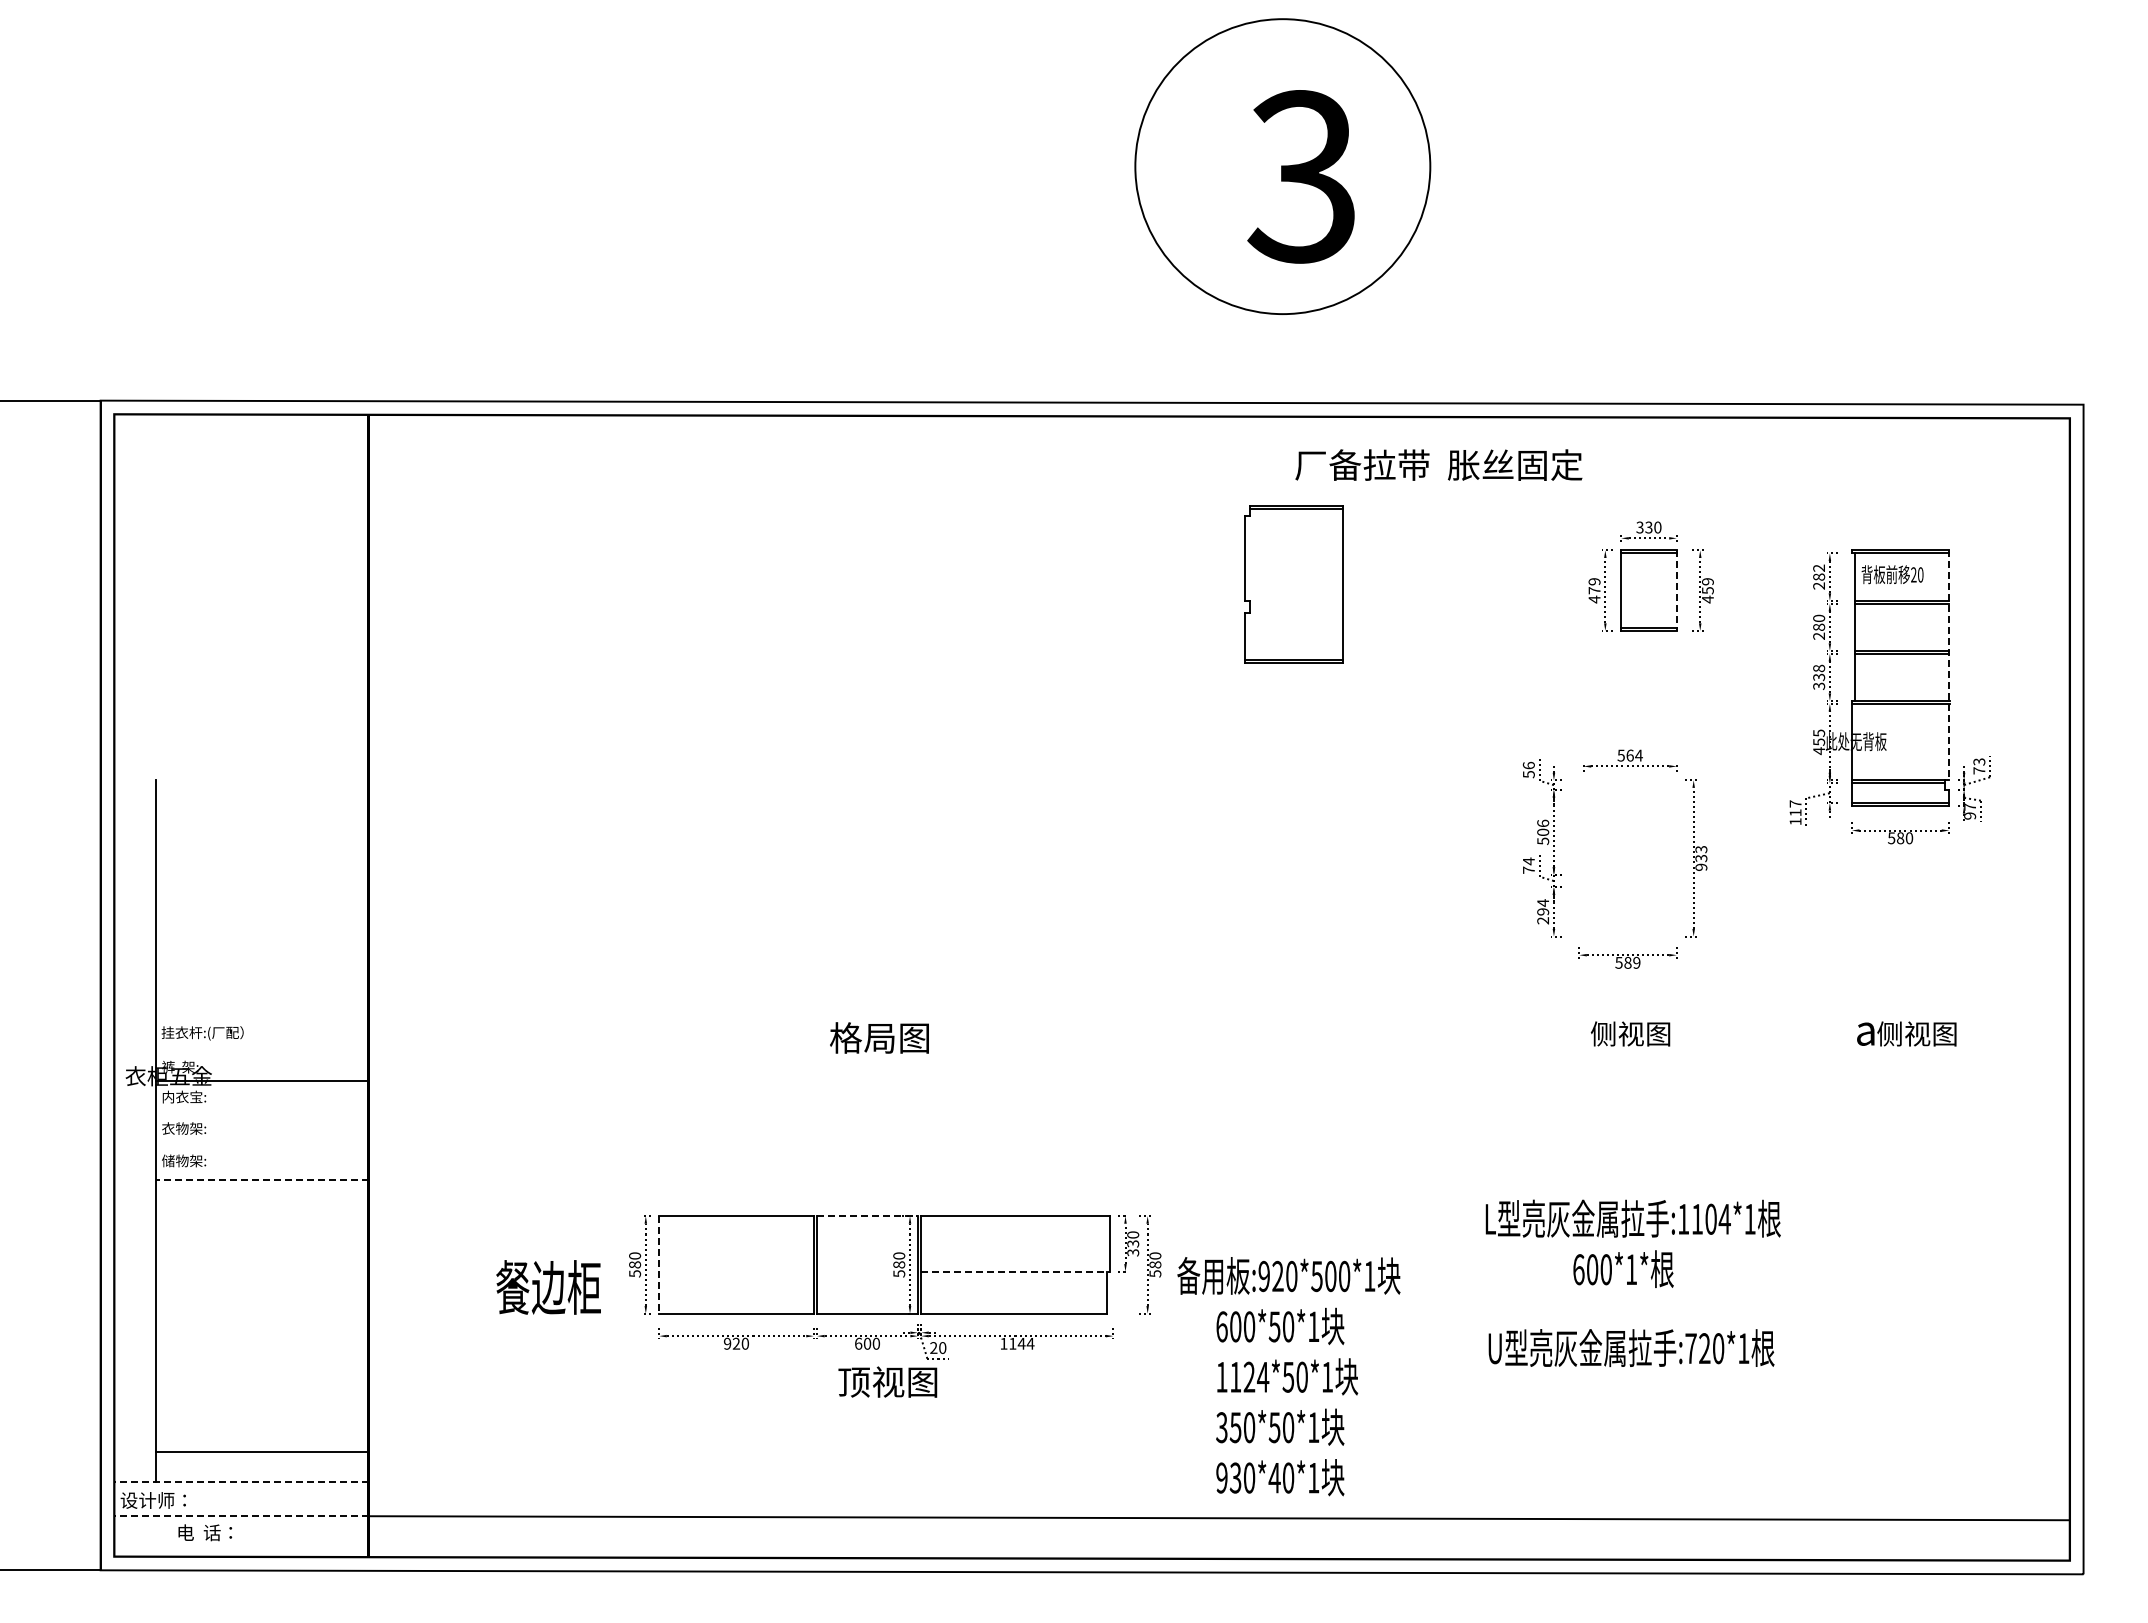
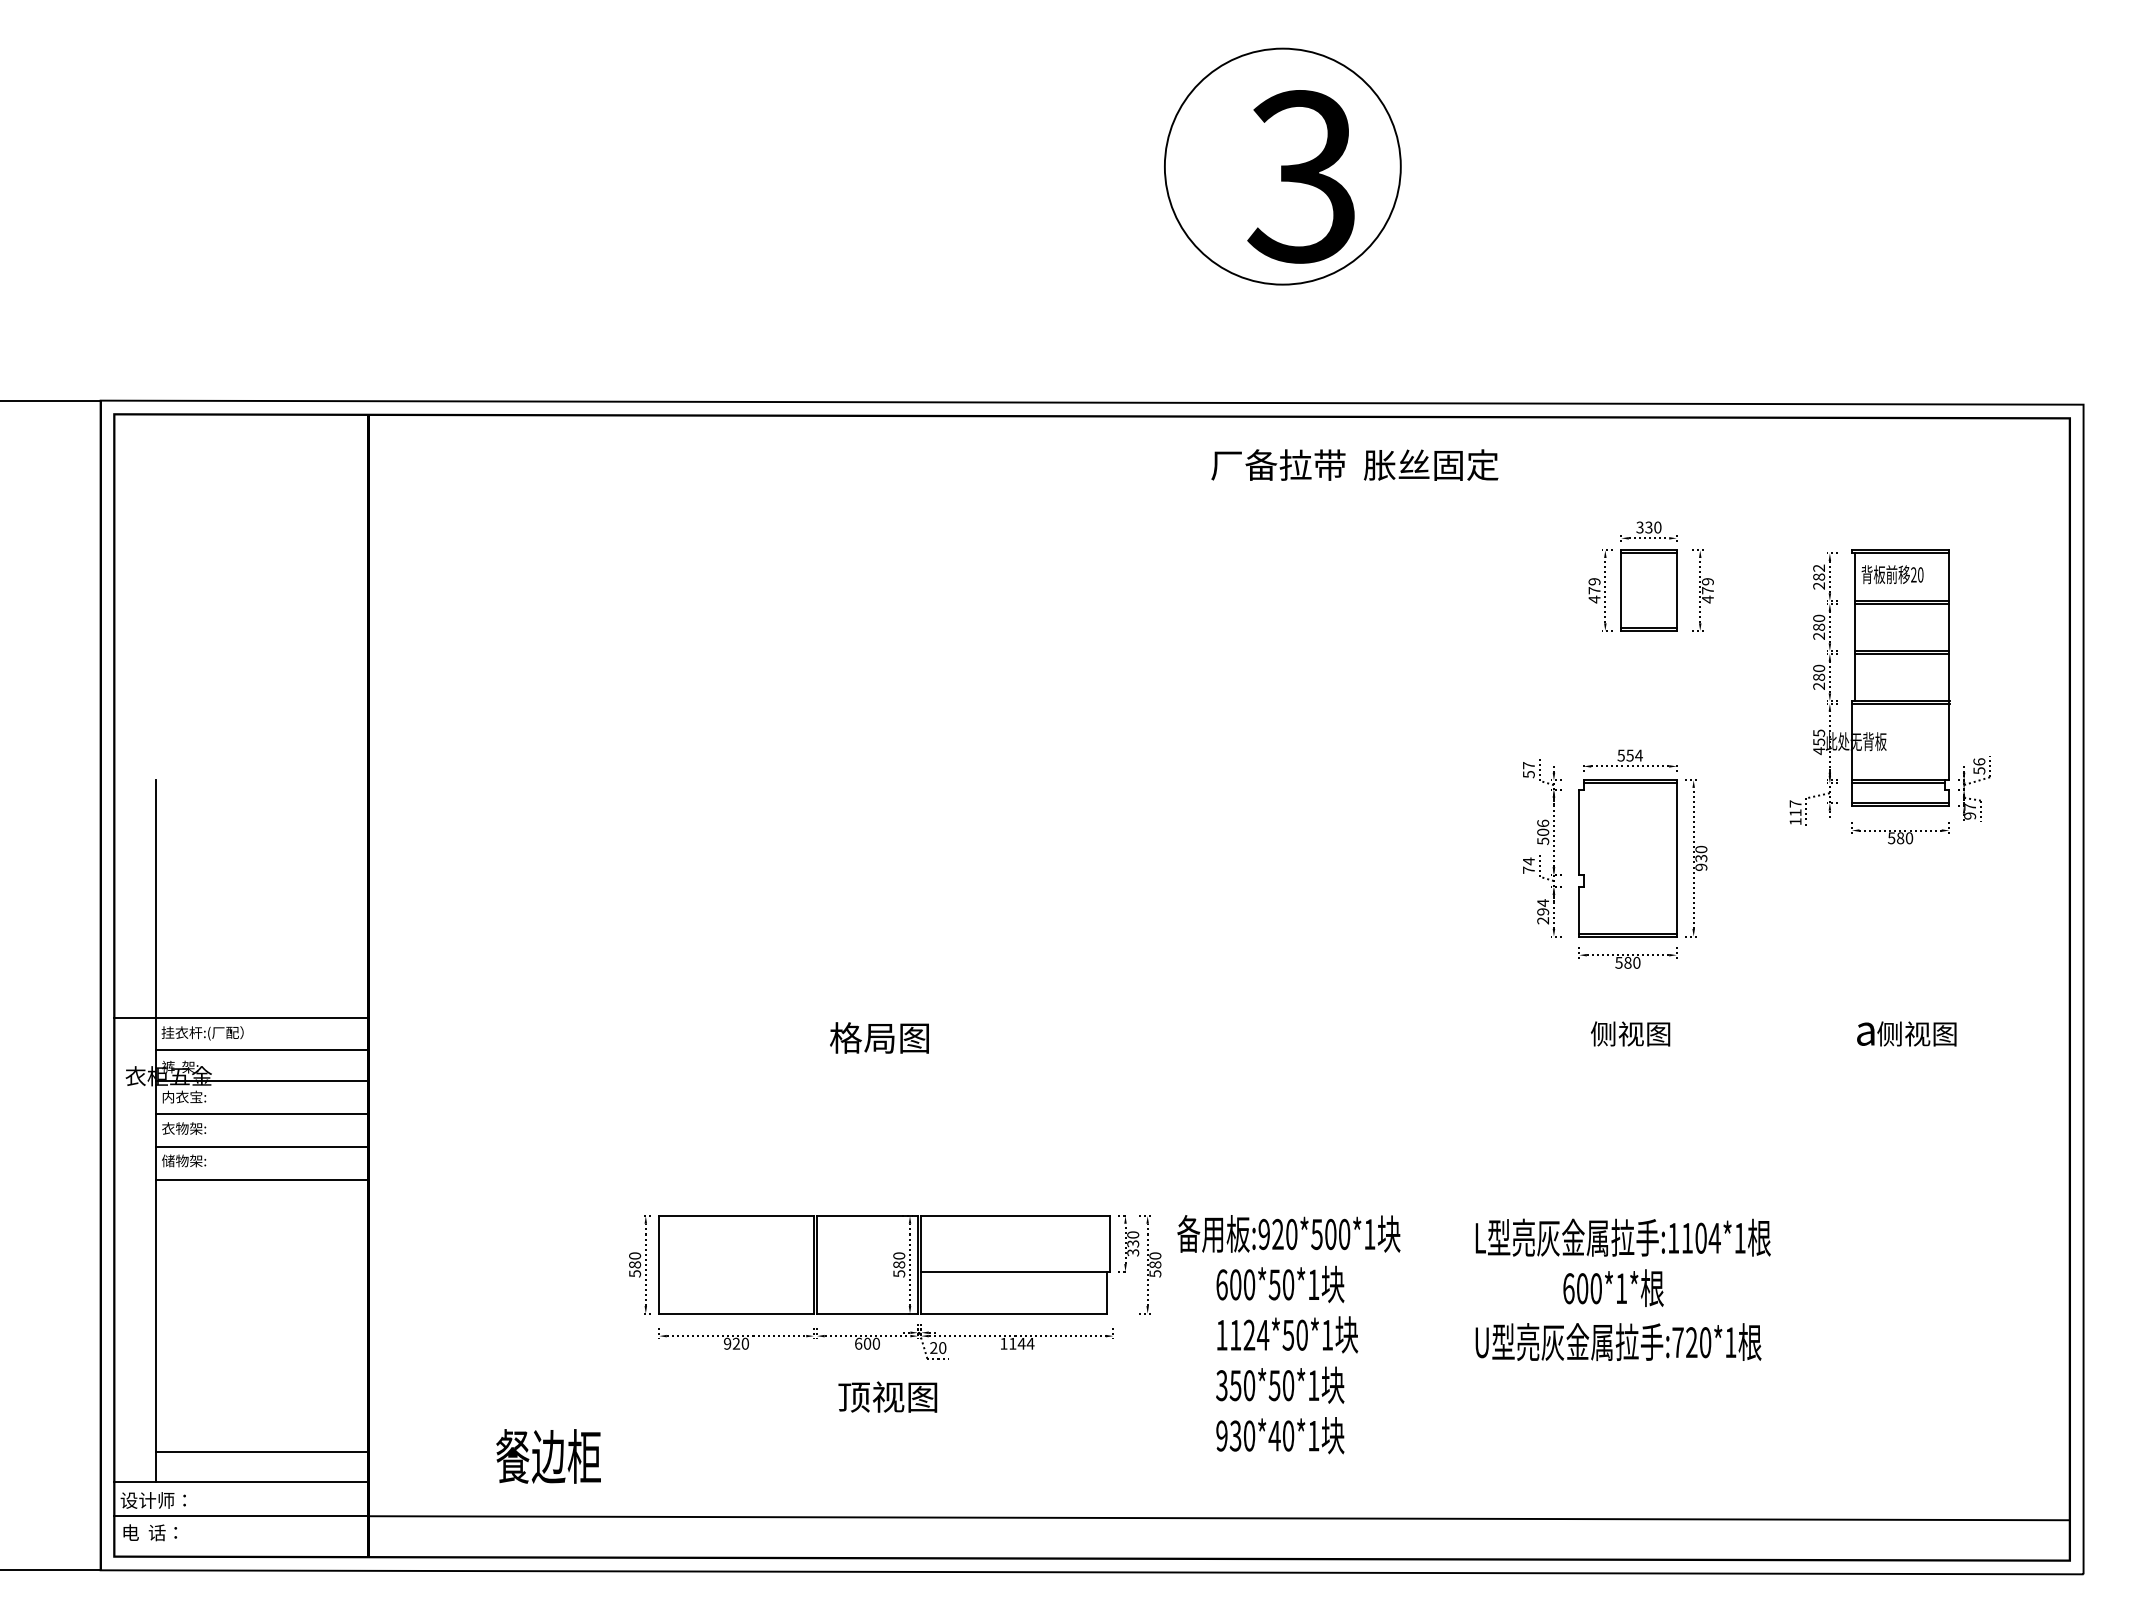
circle at (1282, 166) diameter: 295 px -> 236 px
text at (1438, 464) position: (1438, 464) -> (1354, 464)
part at (1293, 584) position: (1293, 584) -> (1627, 858)
text at (1707, 590): 459 -> 479
line at (1676, 591): dashed -> solid
line at (1949, 665): dashed -> solid
text at (1819, 676): 338 -> 280
text at (1629, 755): 564 -> 554
text at (1528, 765): 56 -> 57
text at (1979, 766): 73 -> 56
text at (1701, 849): 933 -> 930
text at (1636, 962): 589 -> 580
line at (241, 1018): none -> present
line at (262, 1050): none -> present
line at (262, 1113): none -> present
line at (262, 1147): none -> present
line at (261, 1180): dashed -> solid
line at (868, 1216): dashed -> solid
text at (1632, 1243) position: (1632, 1243) -> (1622, 1262)
line at (659, 1264): dashed -> solid
line at (1016, 1271): dashed -> solid
text at (548, 1287) position: (548, 1287) -> (548, 1456)
text at (1631, 1347) position: (1631, 1347) -> (1618, 1341)
text at (1288, 1376) position: (1288, 1376) -> (1288, 1334)
text at (887, 1381) position: (887, 1381) -> (887, 1396)
line at (240, 1482): dashed -> solid
line at (240, 1516): dashed -> solid
text at (205, 1532) position: (205, 1532) -> (150, 1532)
